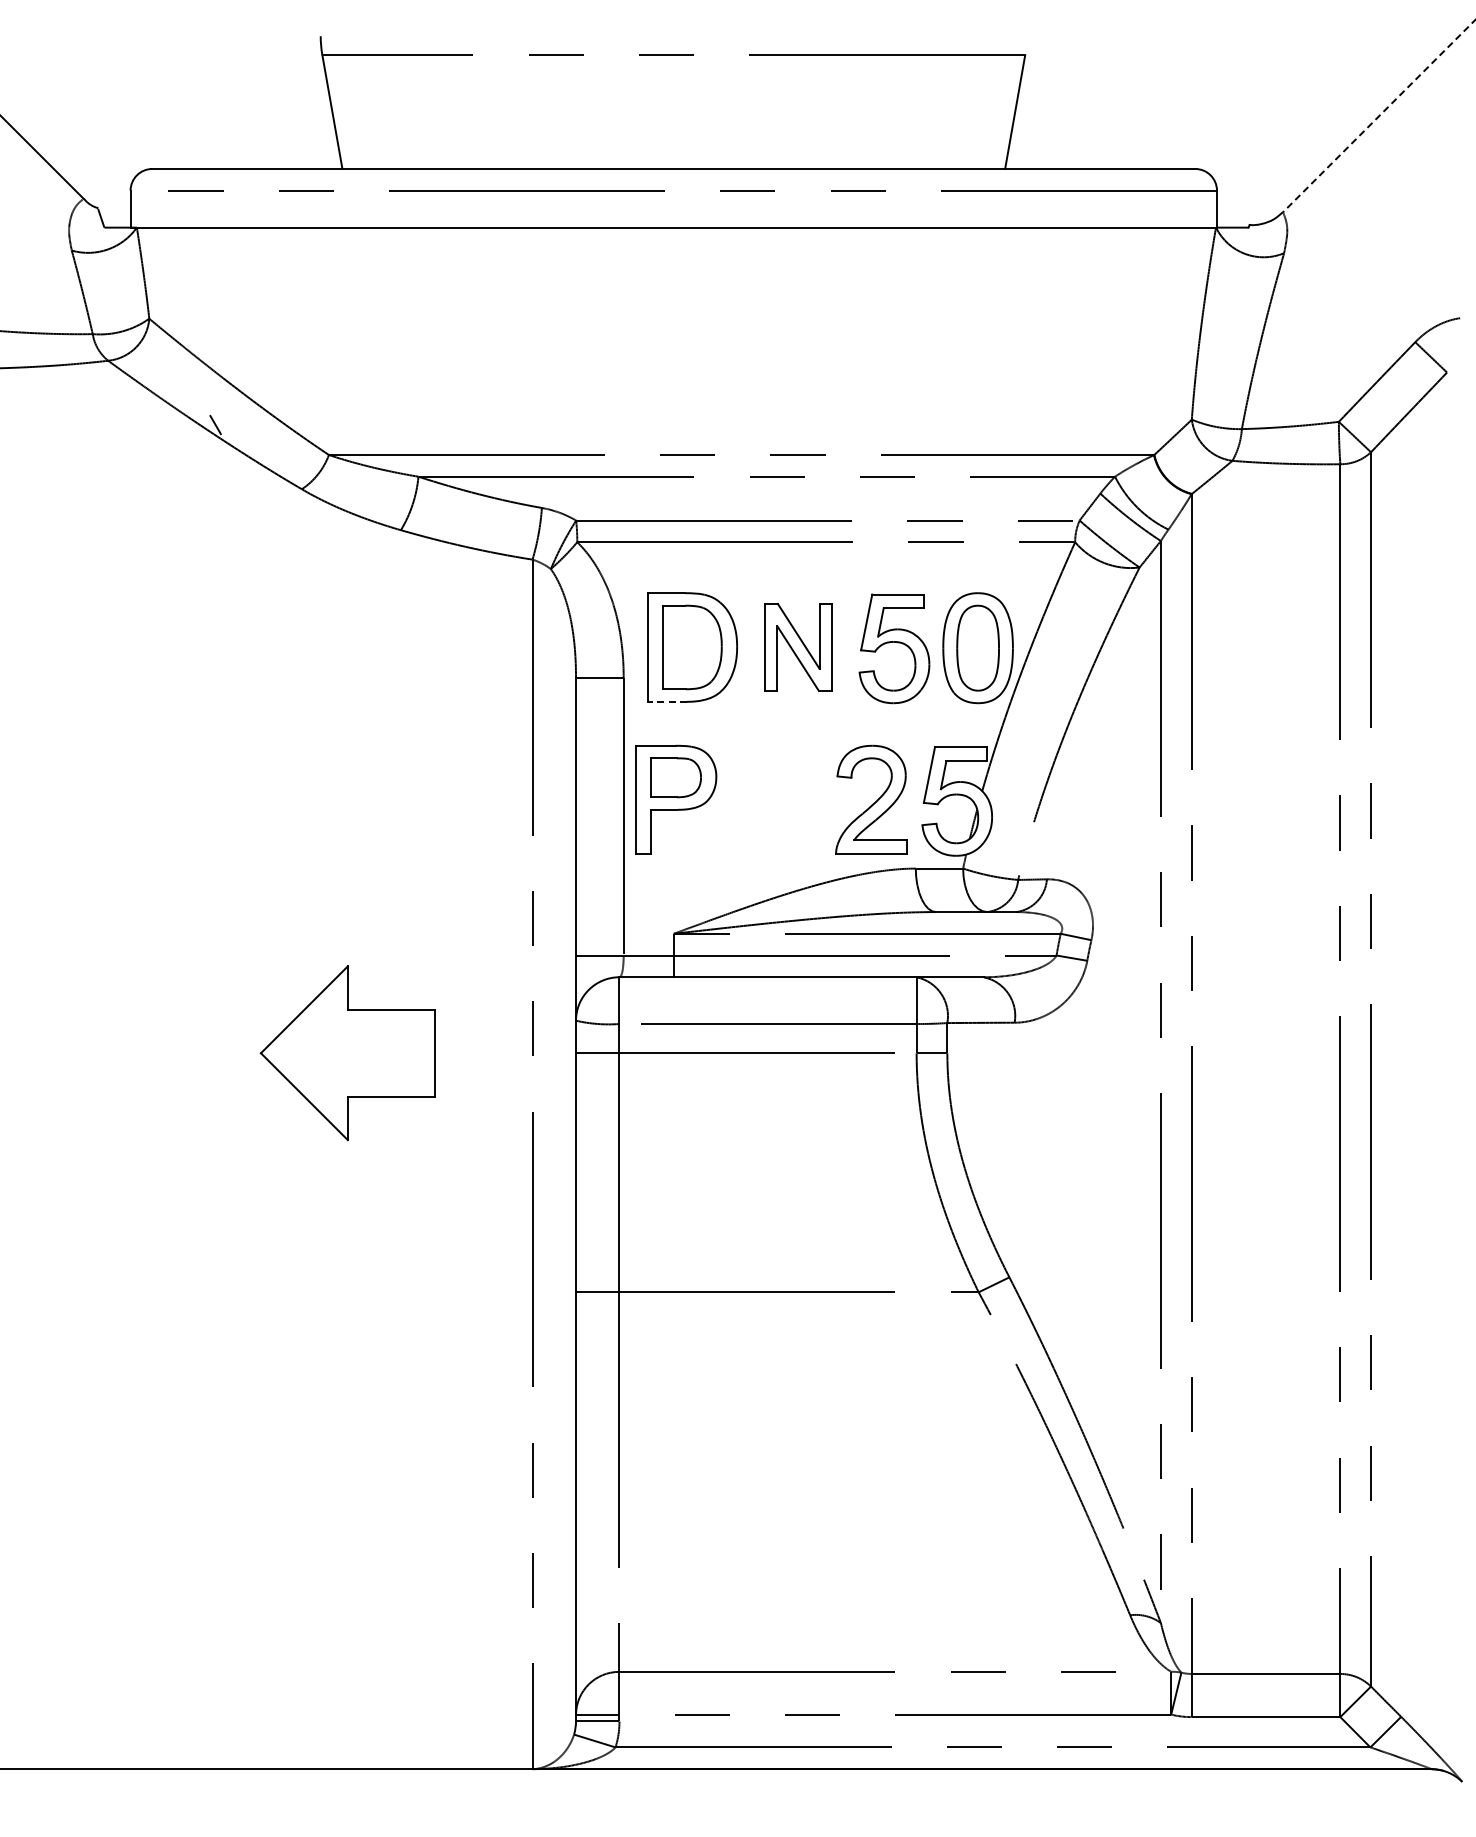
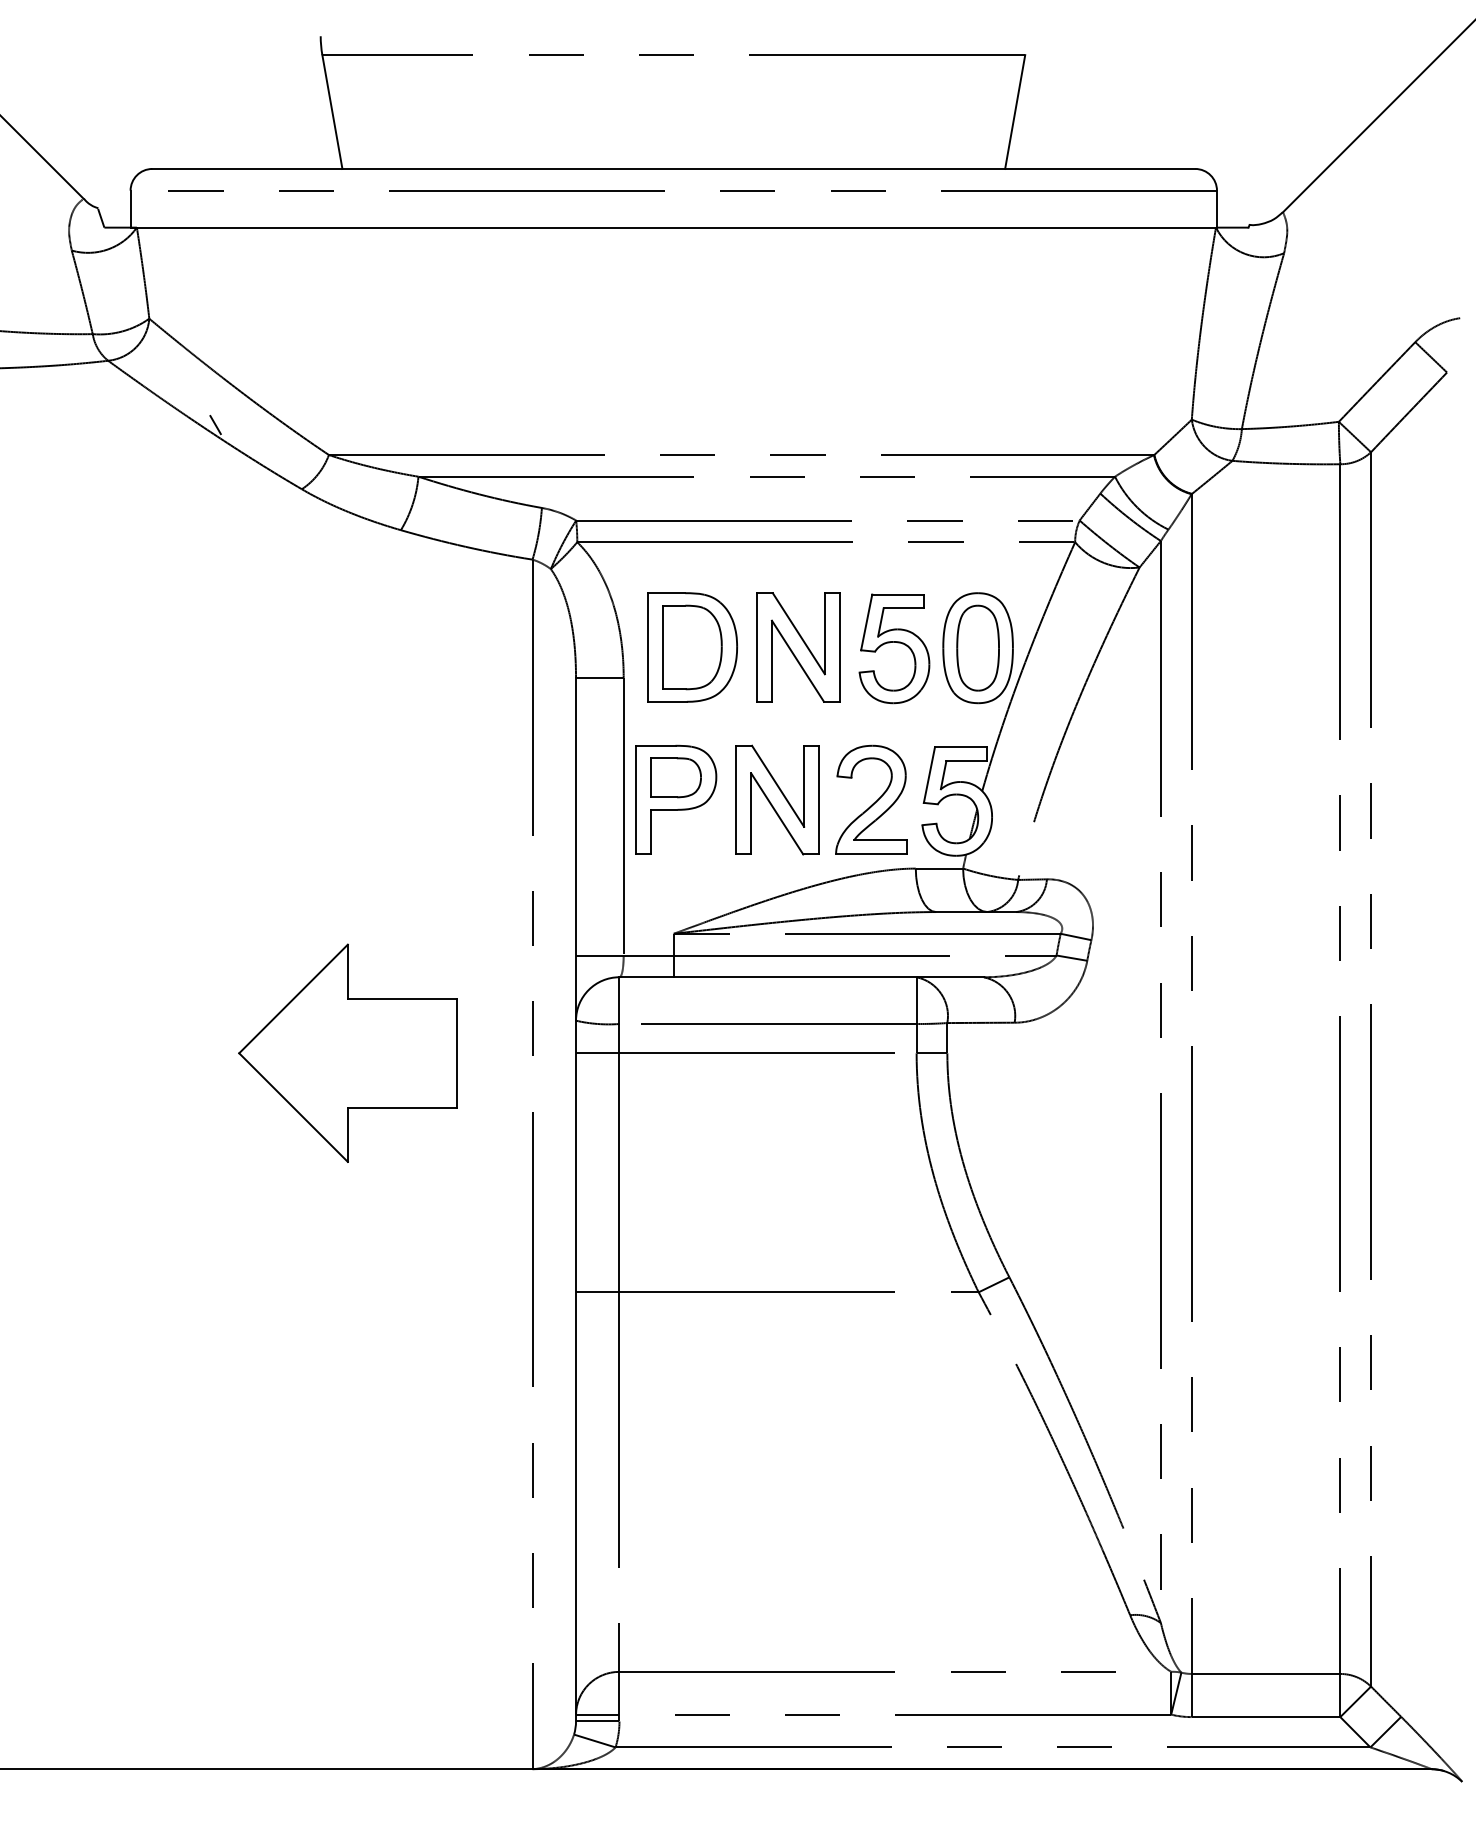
line at (1379, 116): dashed -> solid
part at (798, 647) size: 69x89 px -> 85x111 px
line at (666, 701): dashed -> solid
part at (777, 799): none -> present
part at (347, 1053) size: 177x177 px -> 220x220 px
